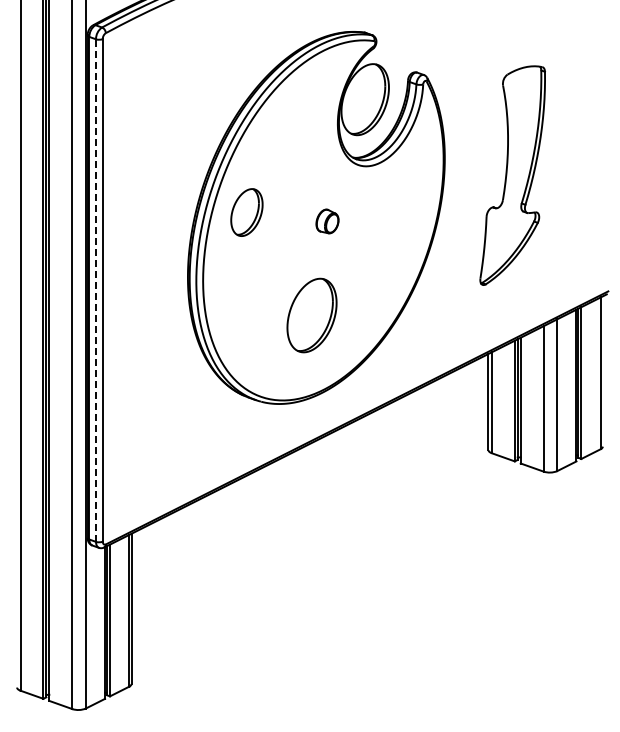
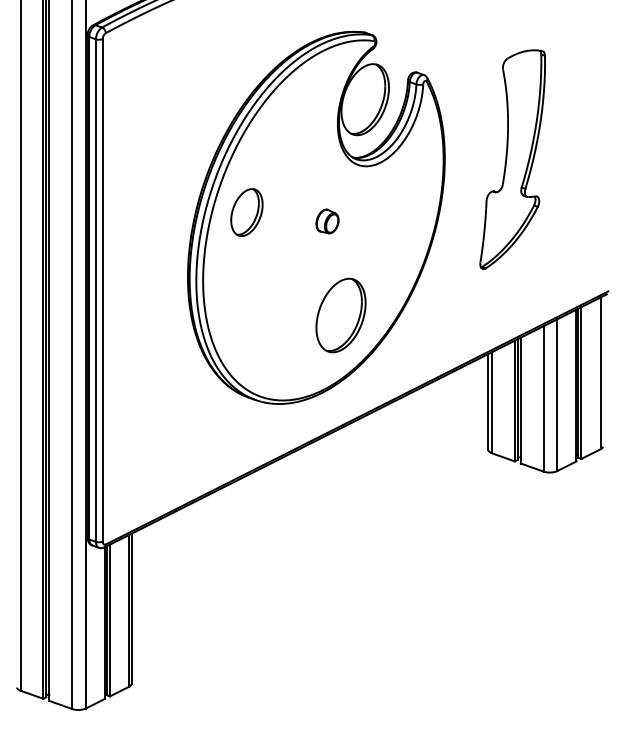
part at (512, 175) position: (512, 175) -> (512, 159)
line at (96, 290): dashed -> solid
part at (311, 315) position: (311, 315) -> (340, 315)
